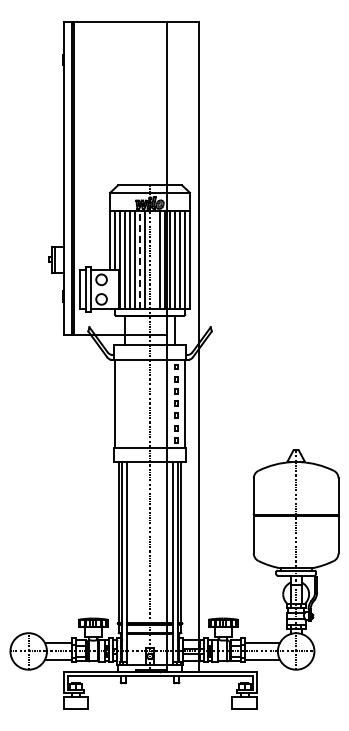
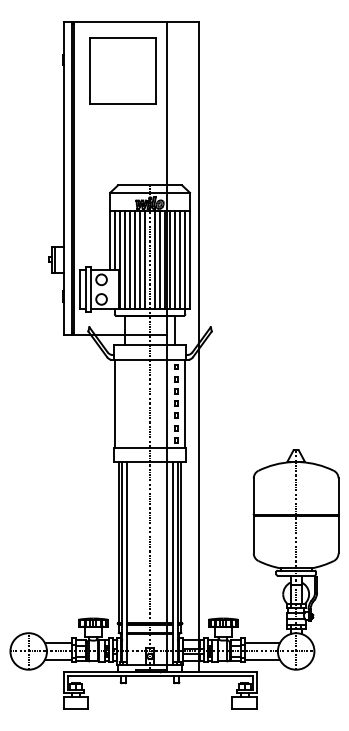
part at (122, 70): none -> present
line at (140, 260): dashed -> solid
line at (155, 260): none -> present
